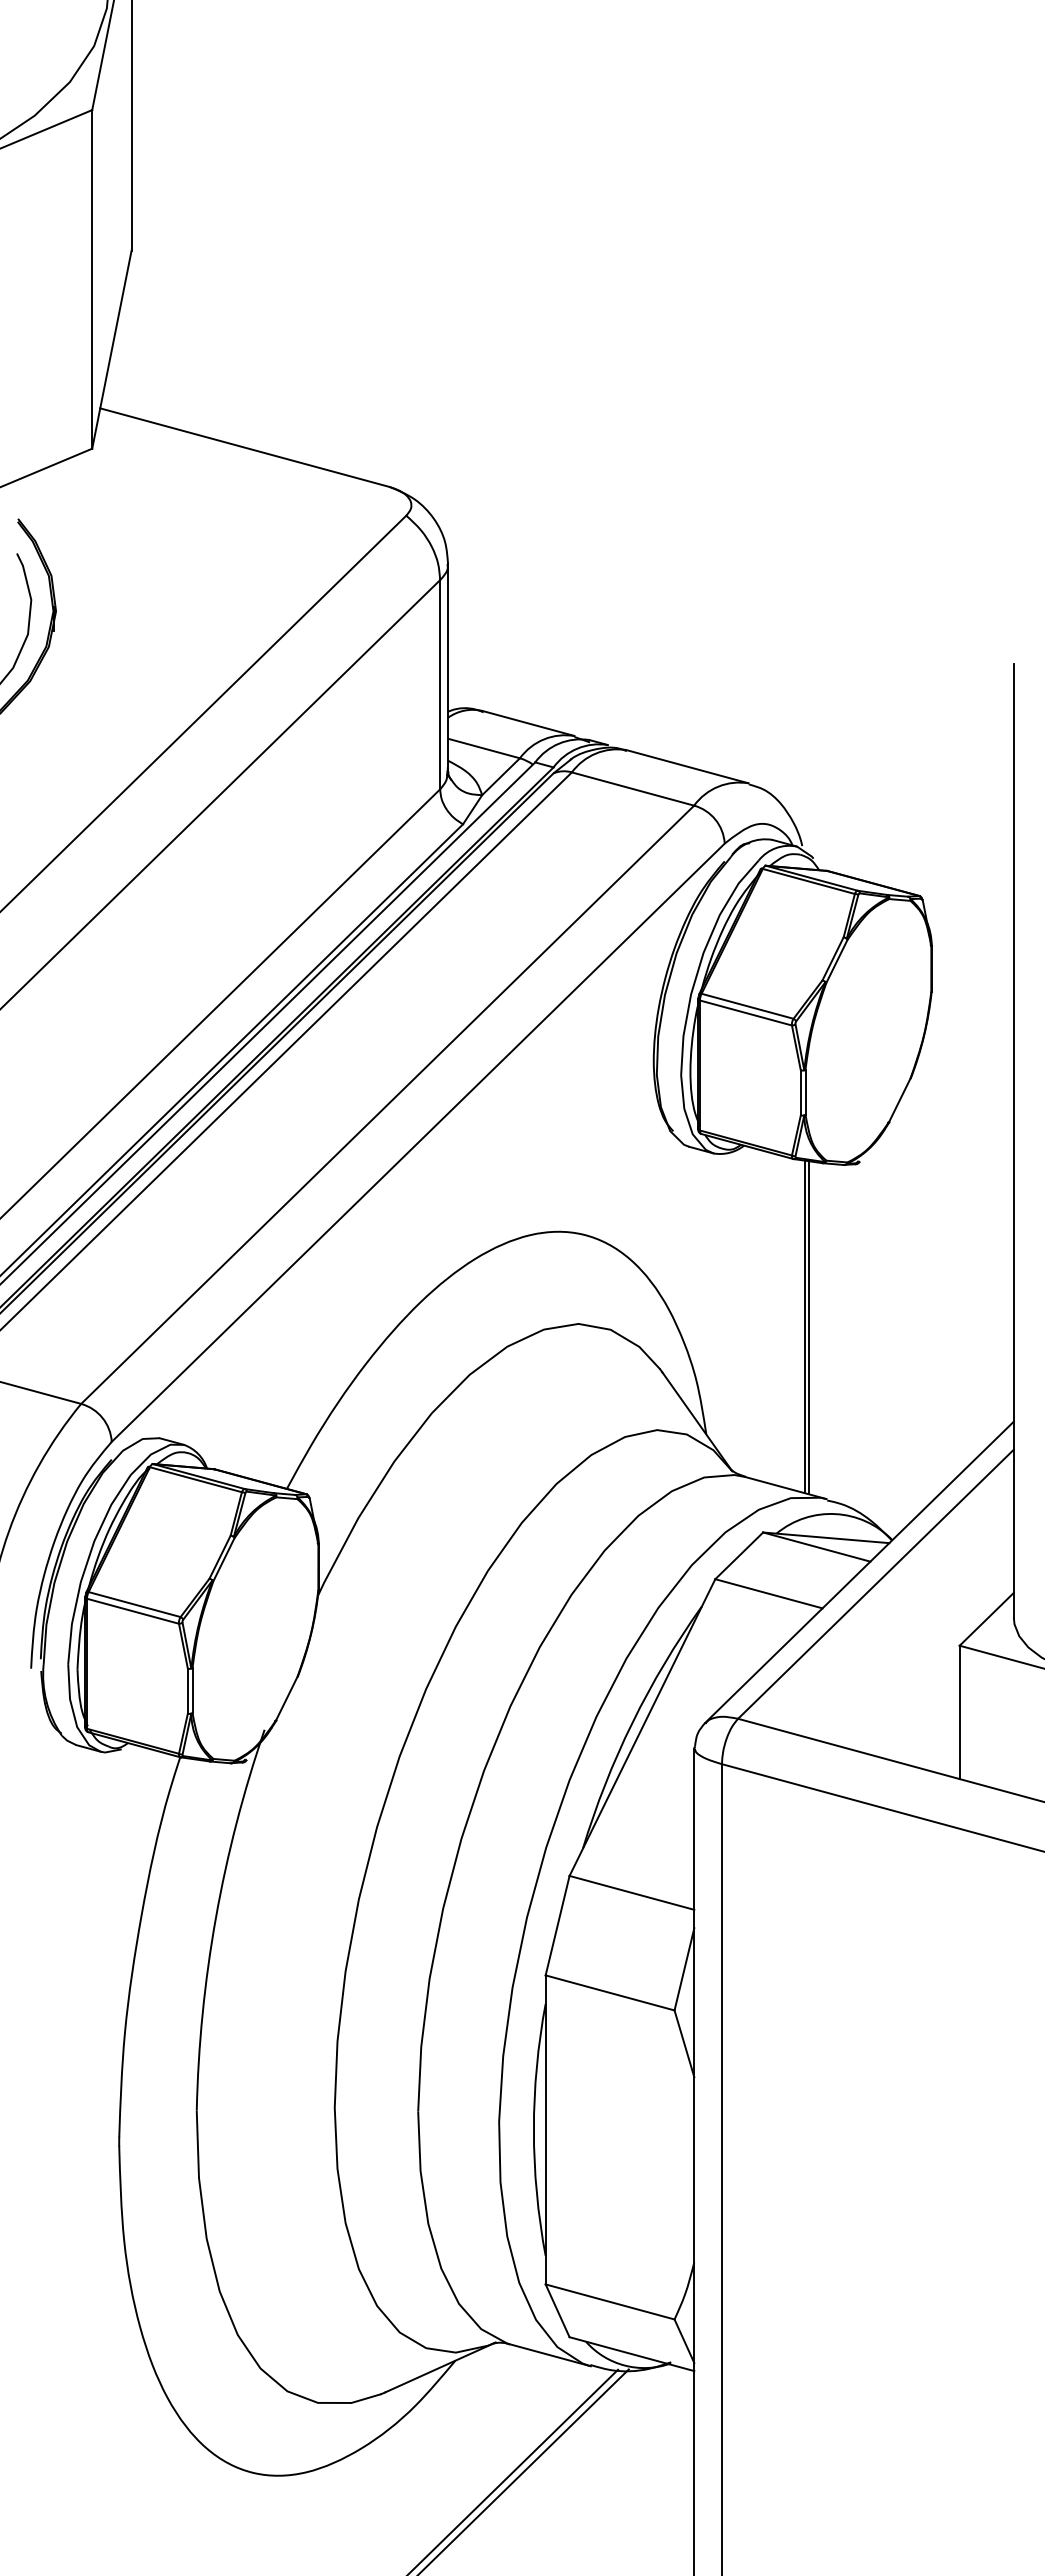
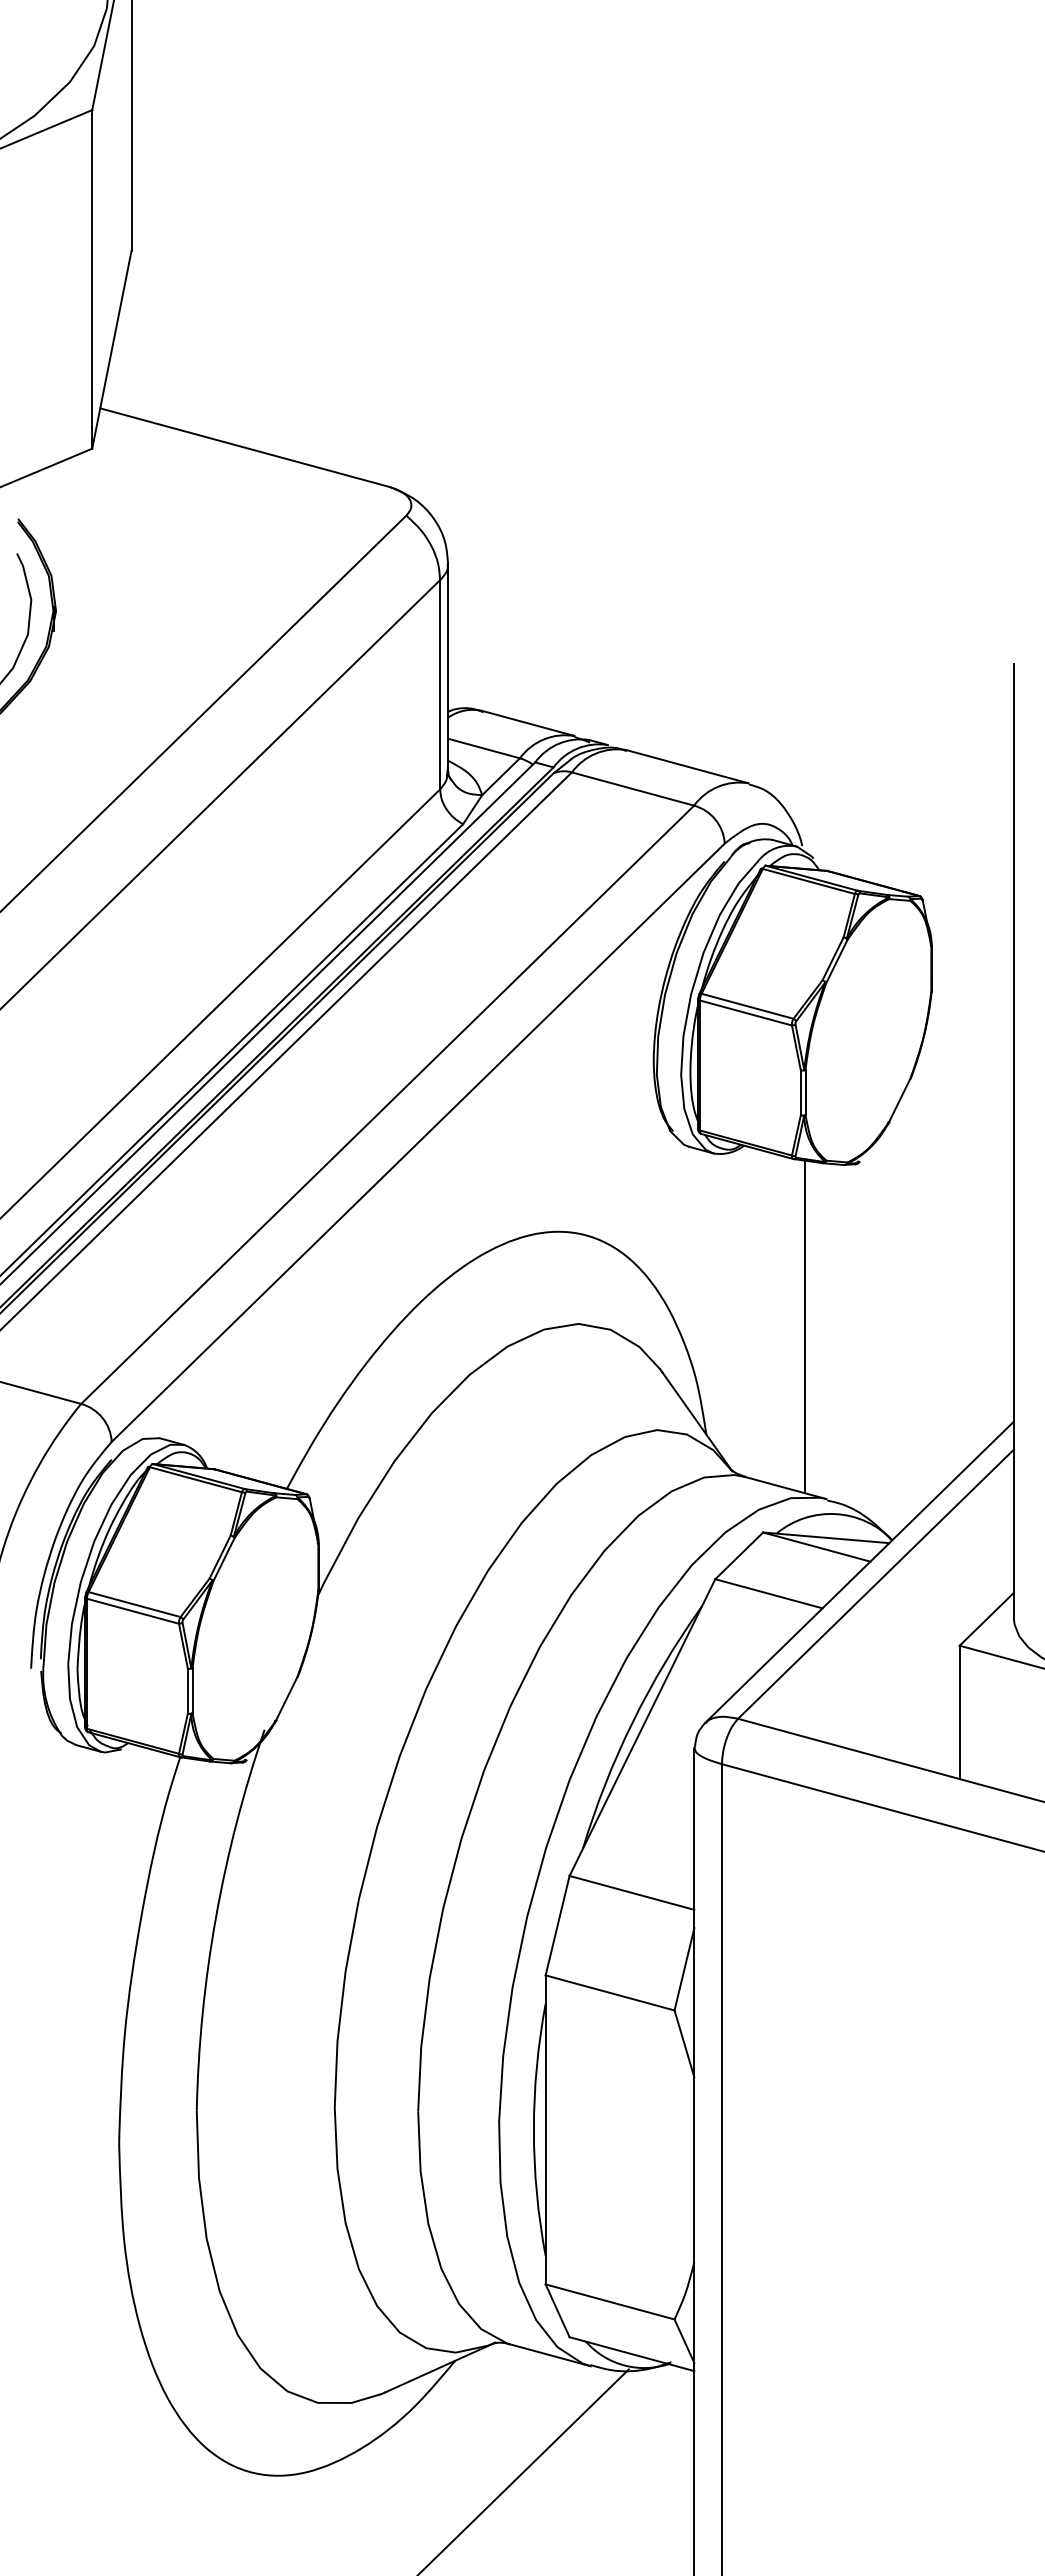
line at (809, 1327): present -> none
line at (514, 2470): present -> none
